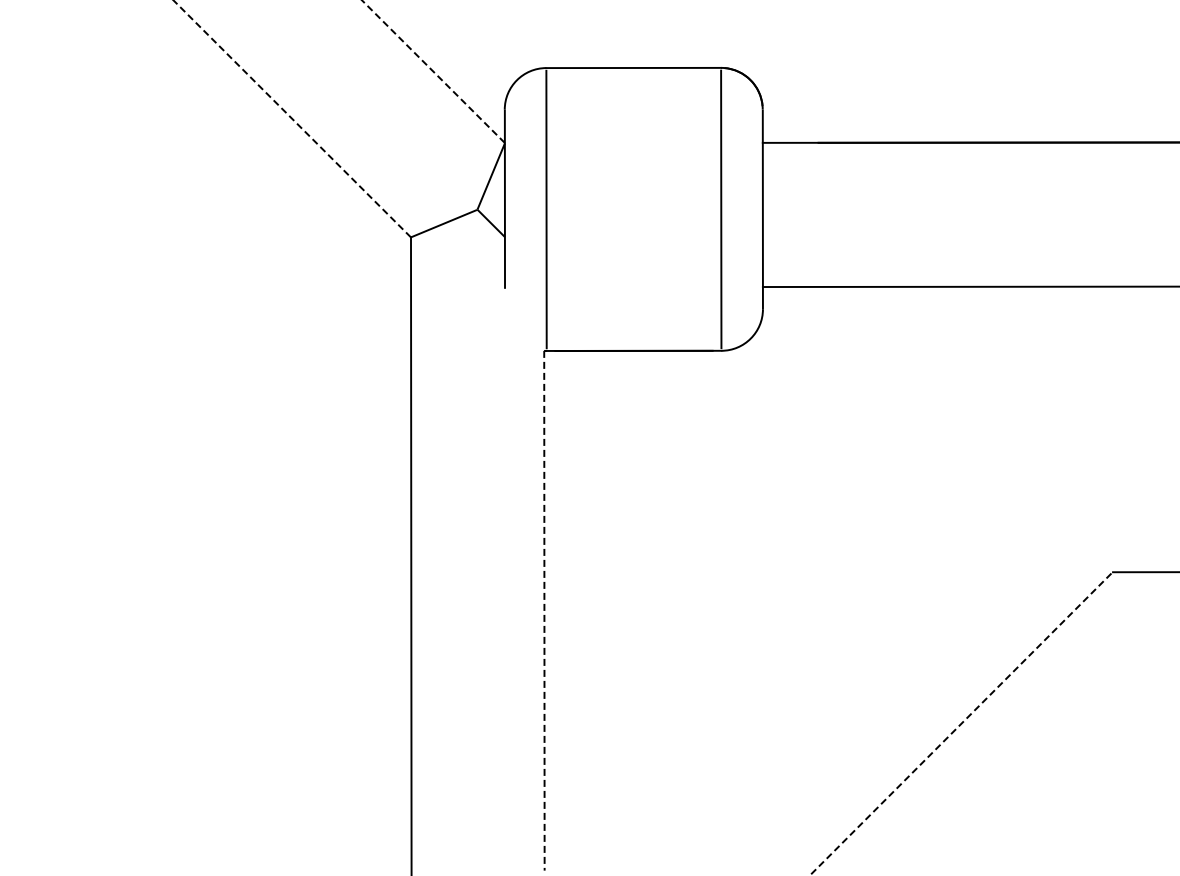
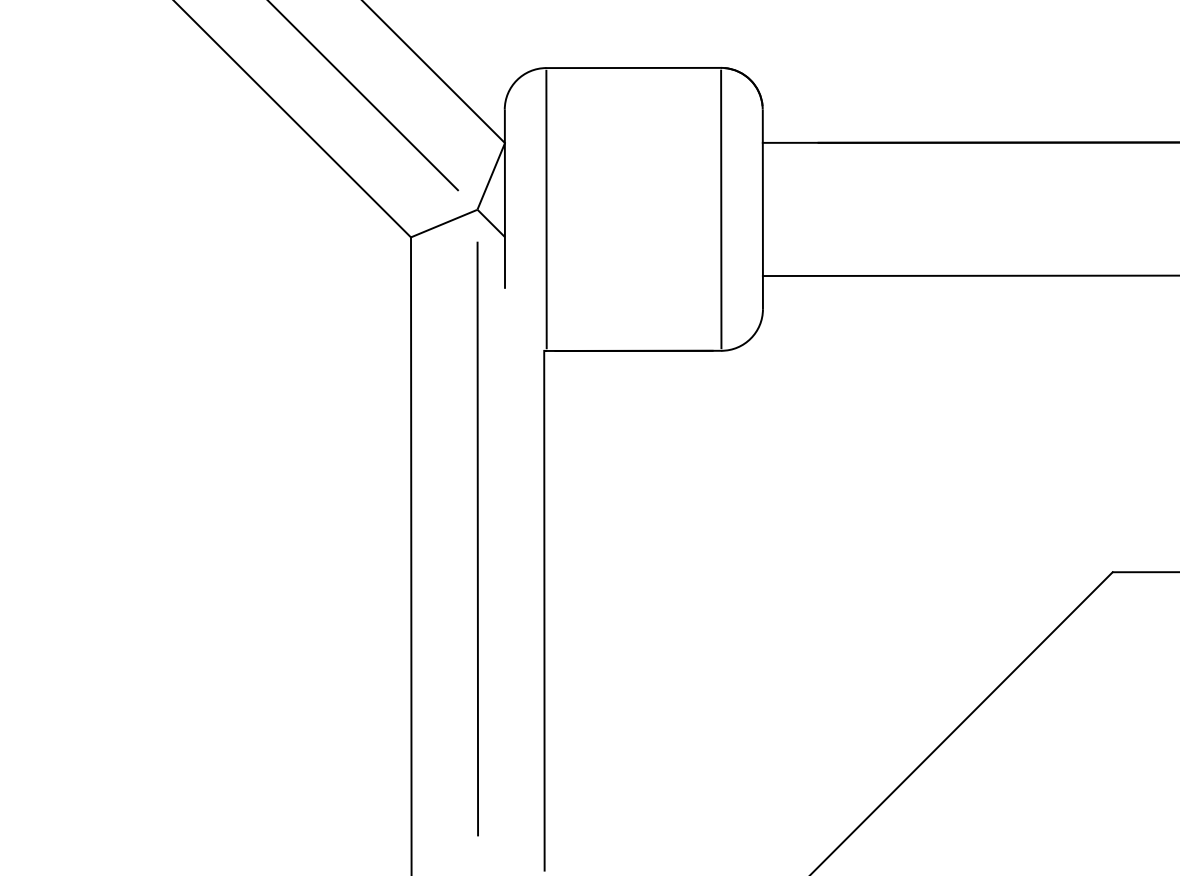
line at (433, 71): dashed -> solid
line at (363, 96): none -> present
line at (292, 118): dashed -> solid
line at (969, 286) position: (969, 286) -> (969, 275)
line at (477, 538): none -> present
line at (544, 610): dashed -> solid
line at (961, 723): dashed -> solid
